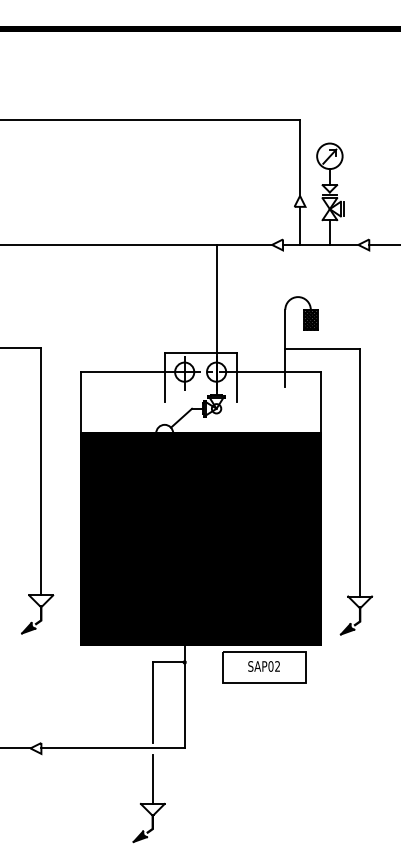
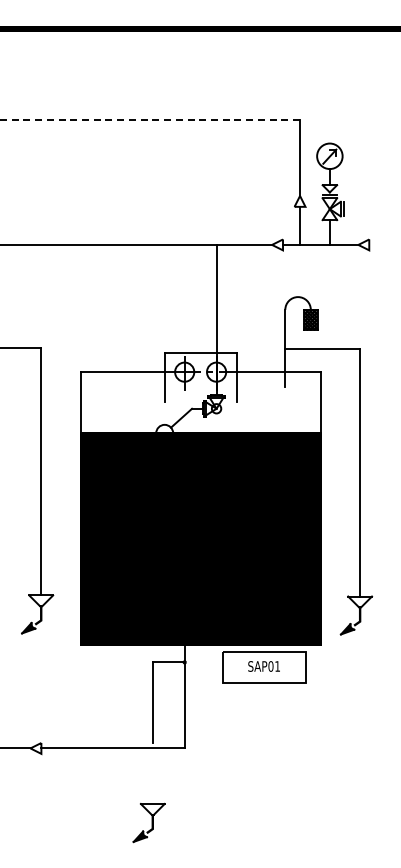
line at (150, 120): solid -> dashed
line at (383, 244): present -> none
text at (277, 666): SAP02 -> SAP01
line at (152, 778): present -> none
